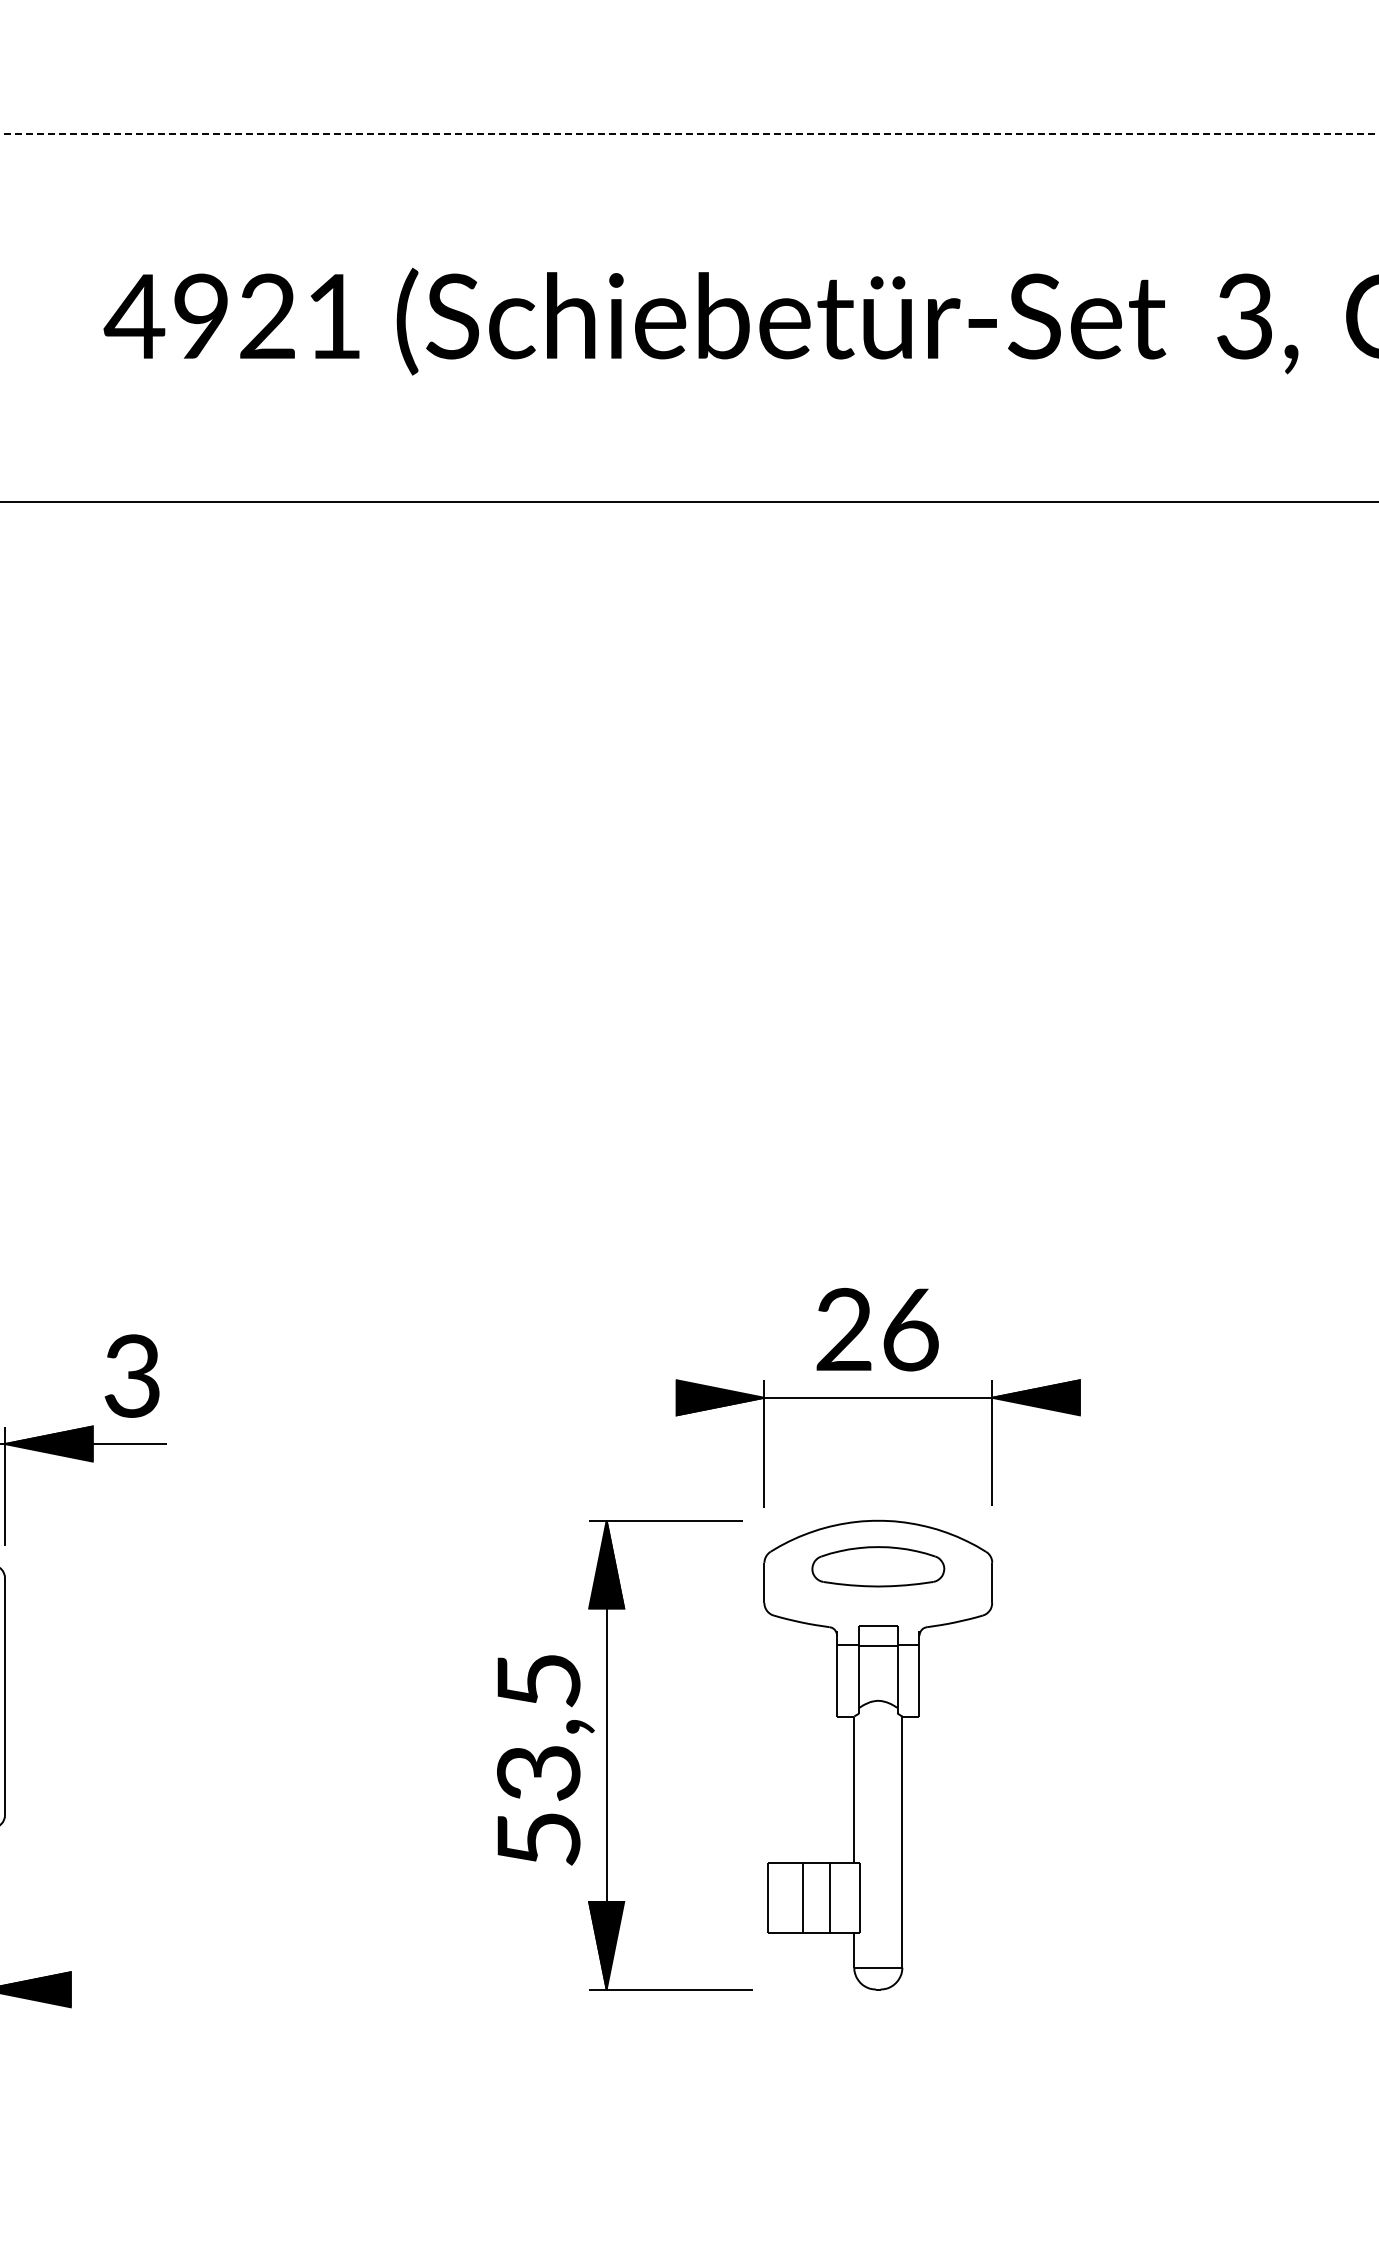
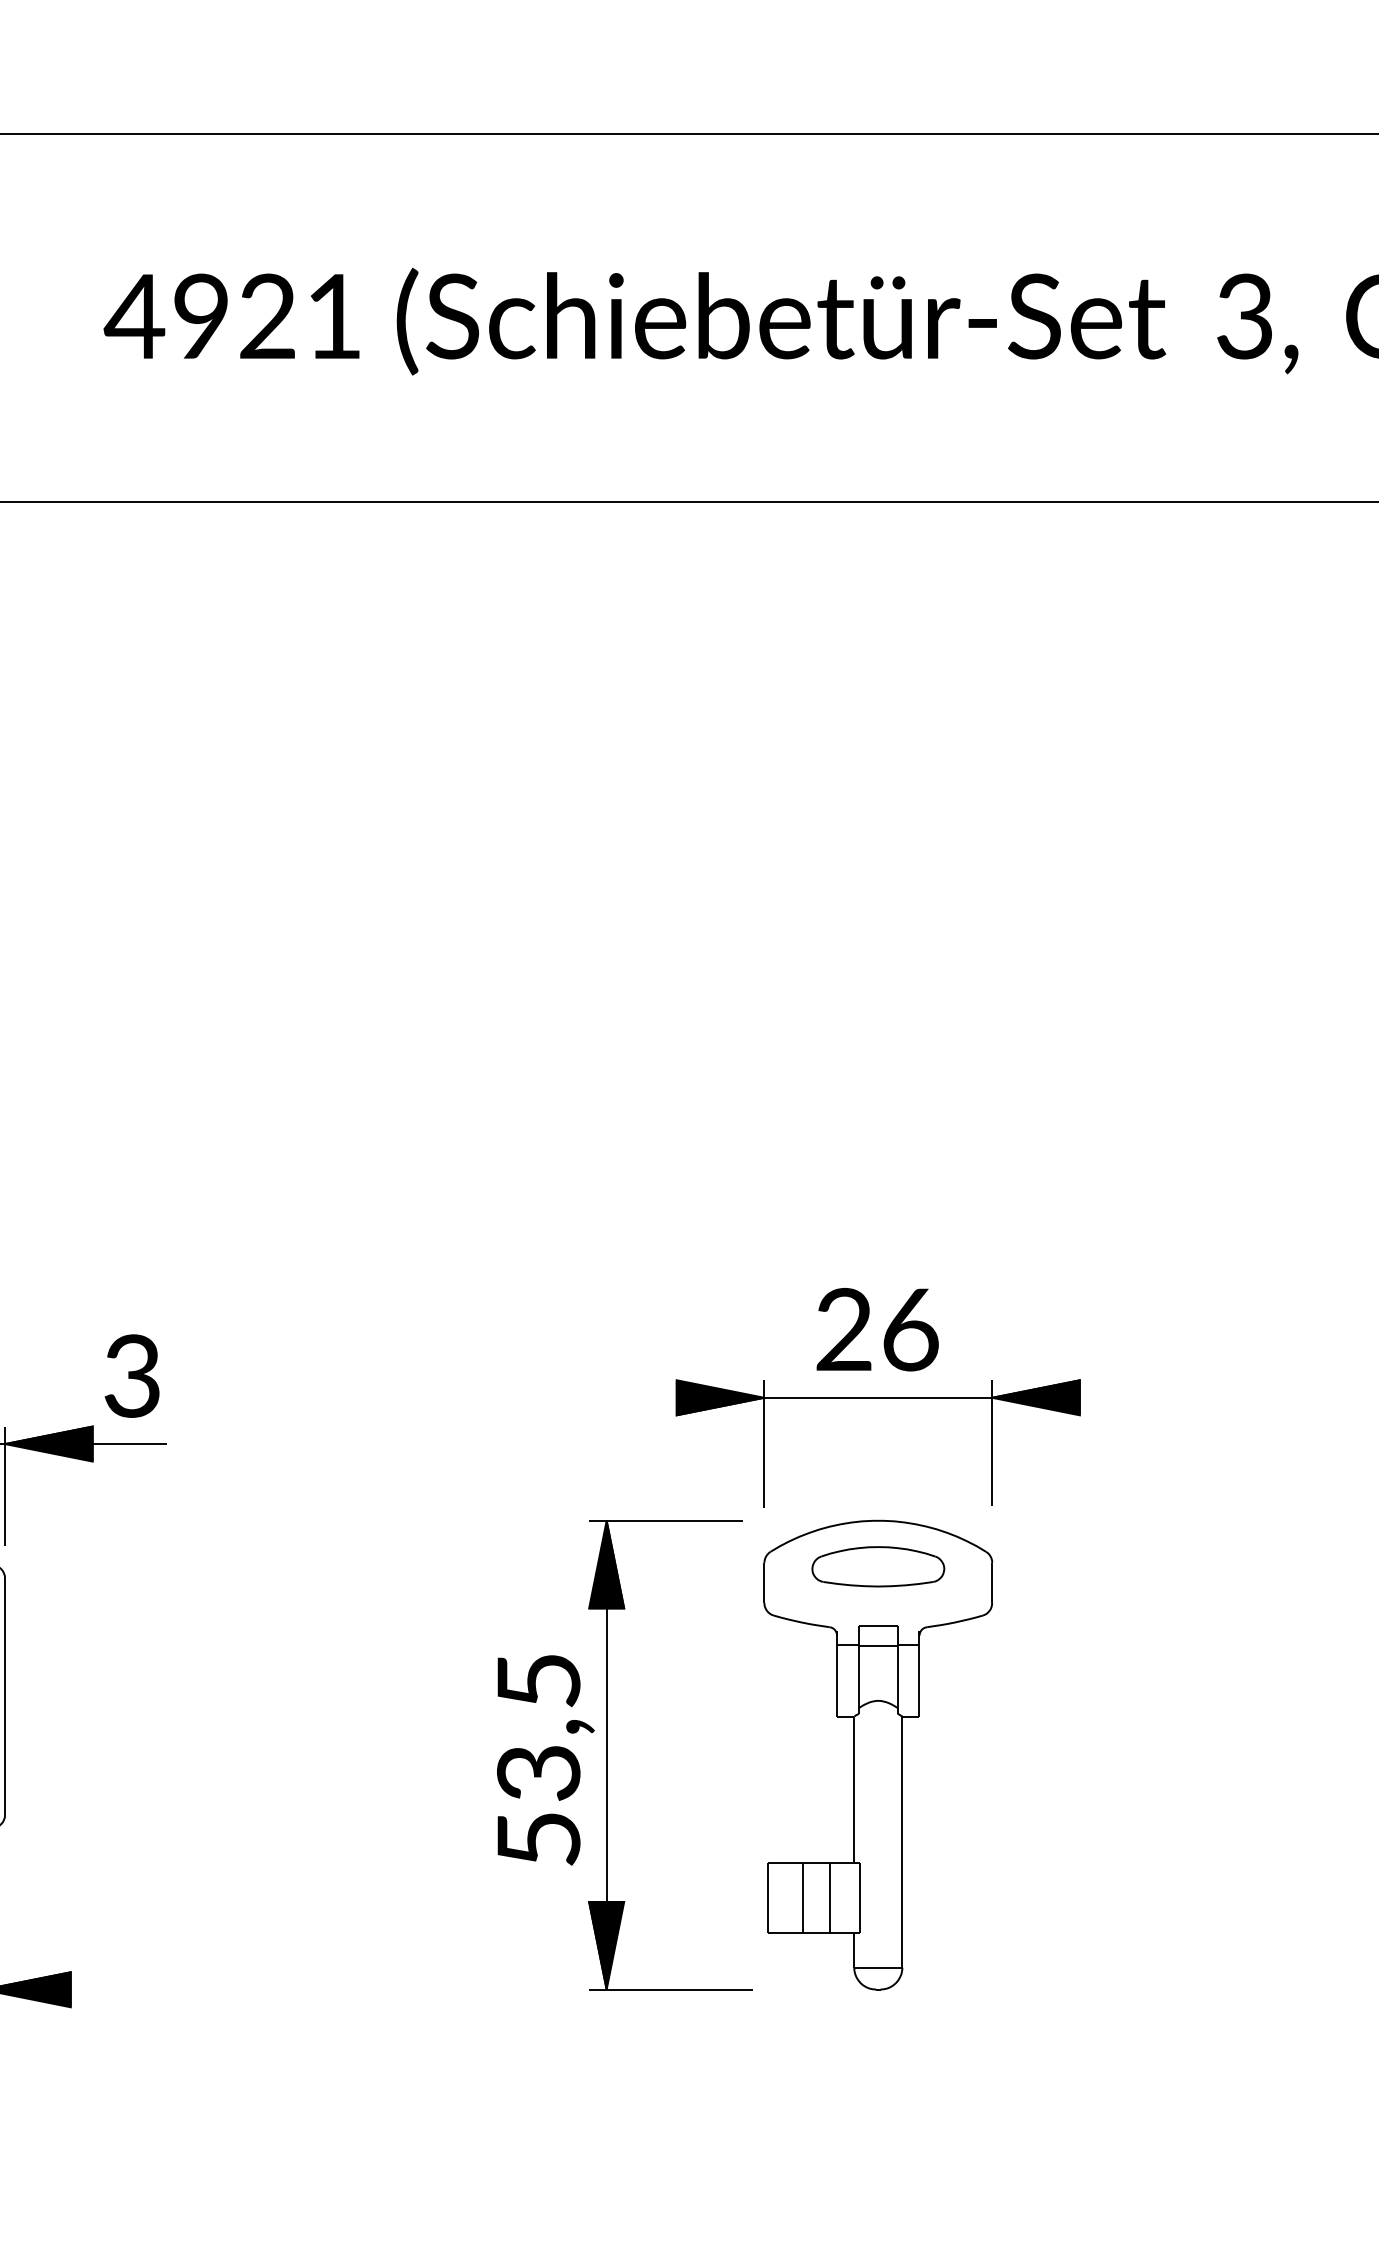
line at (689, 133): dashed -> solid
